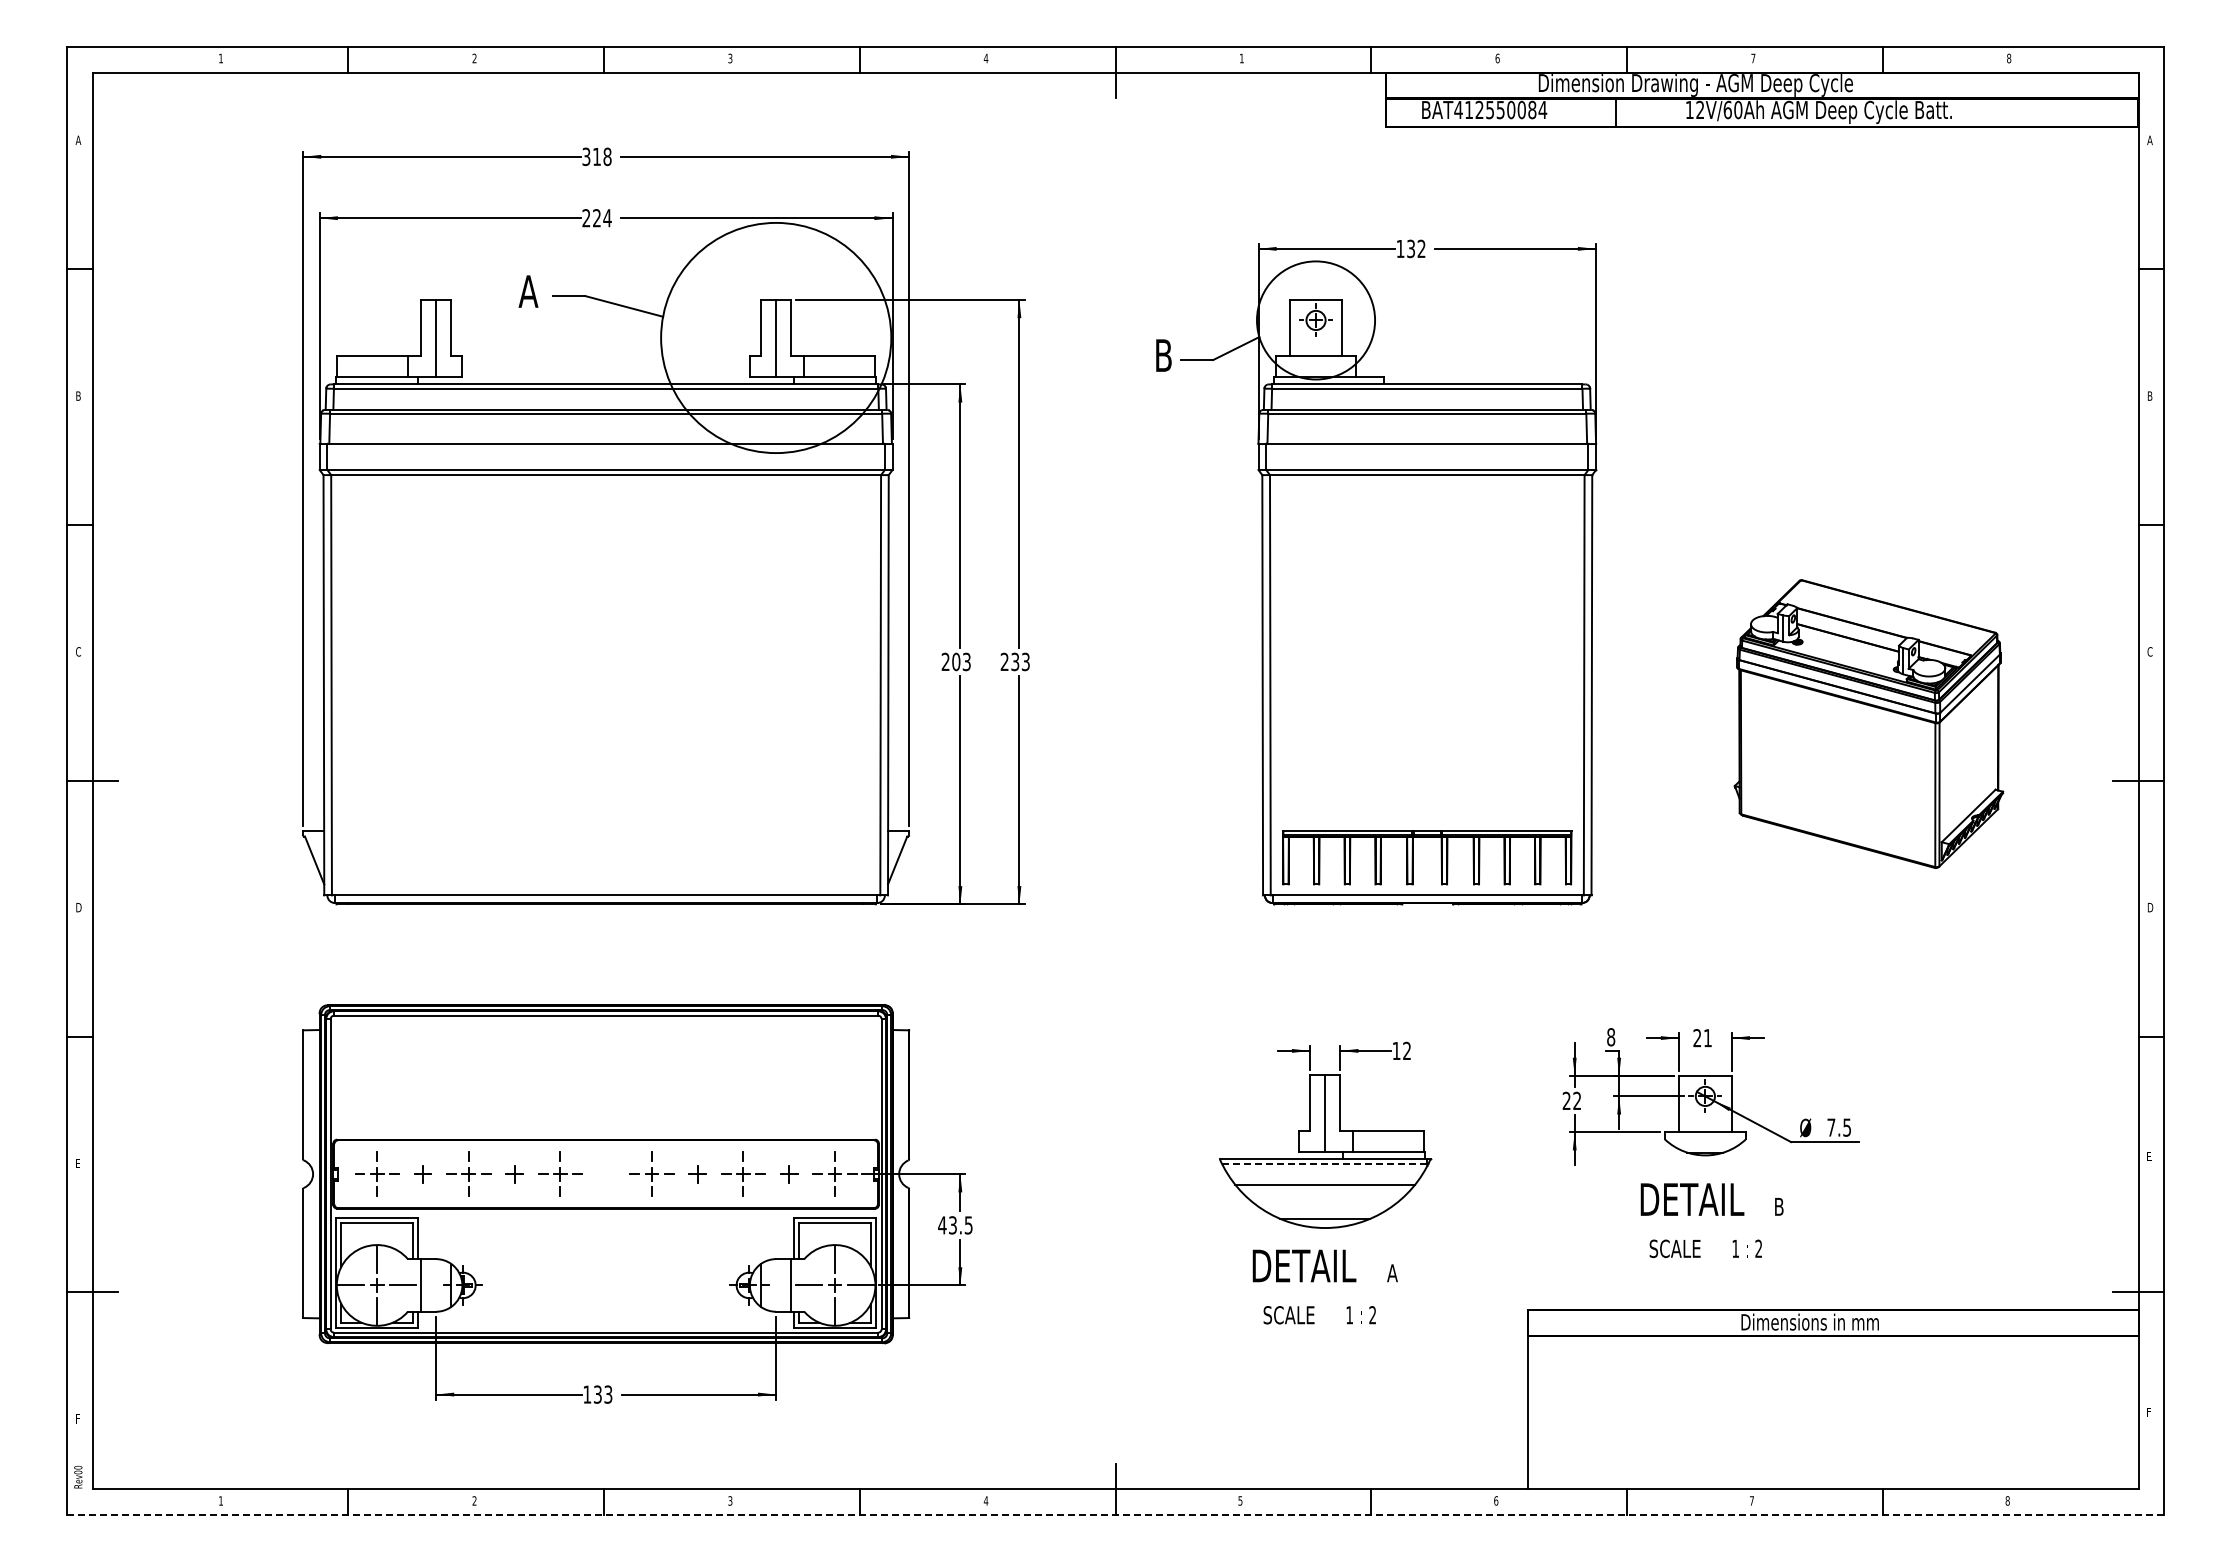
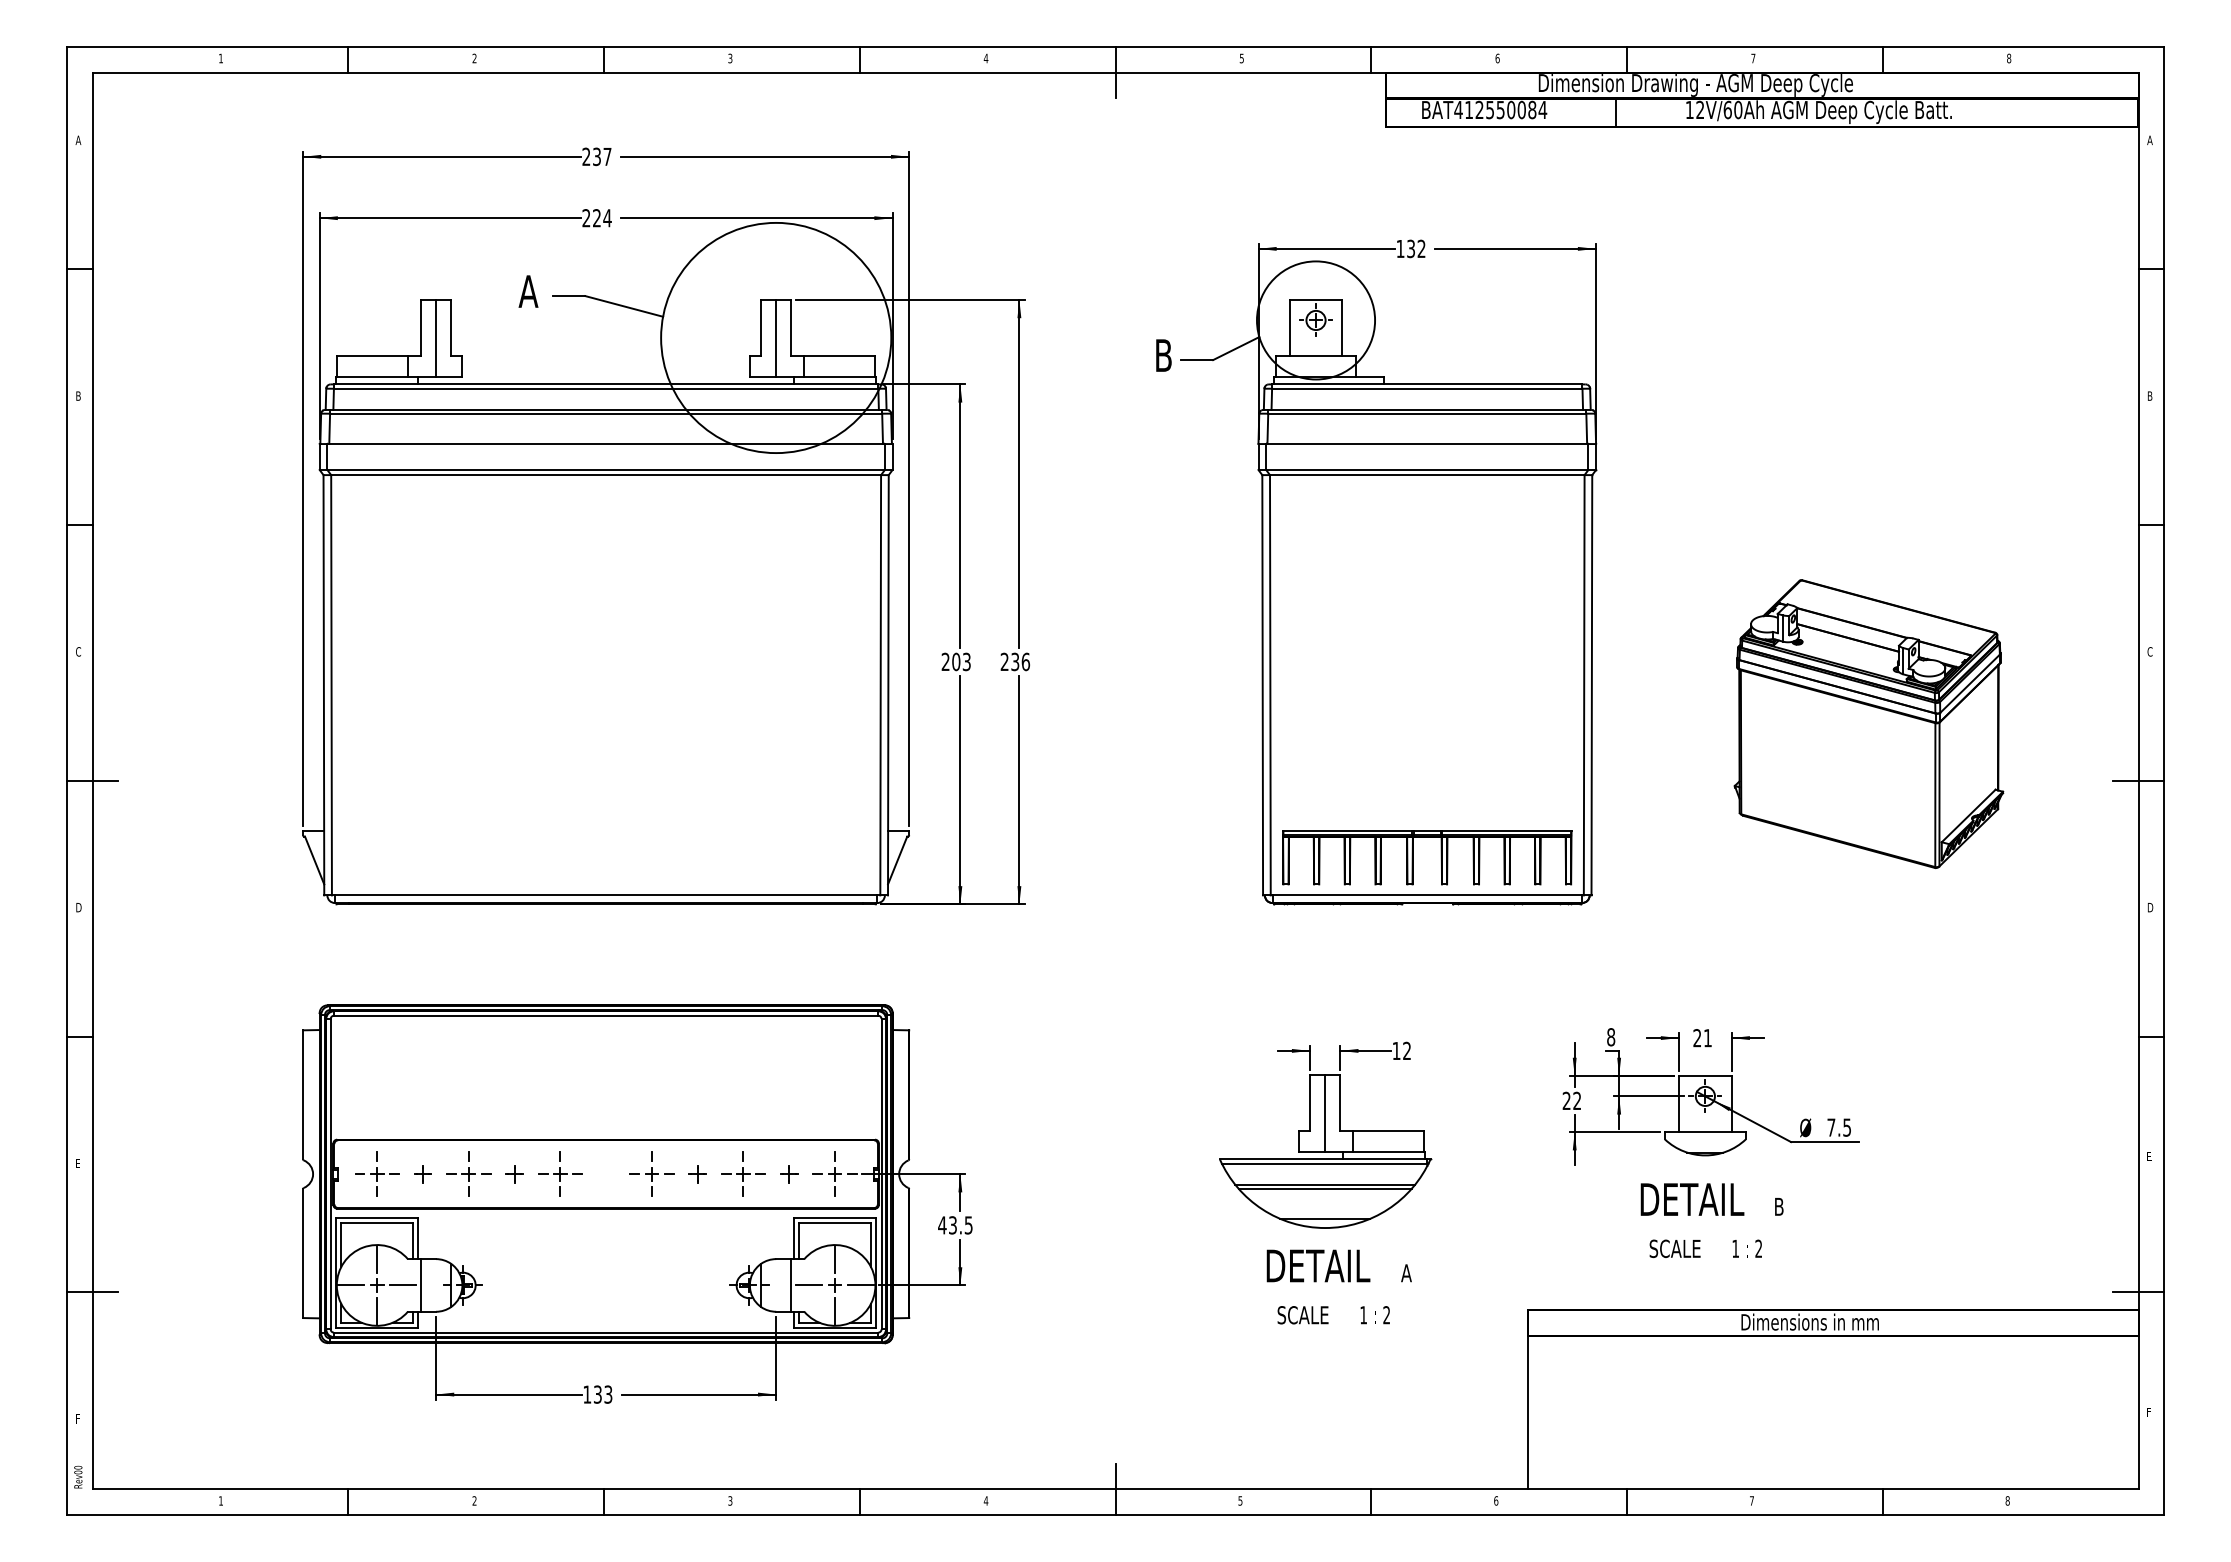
text at (1241, 58): 1 -> 5
text at (596, 156): 318 -> 237
text at (1025, 661): 233 -> 236
line at (1324, 1163): dashed -> solid
line at (1324, 1188): none -> present
text at (1324, 1286) position: (1324, 1286) -> (1338, 1286)
line at (1115, 1514): dashed -> solid
